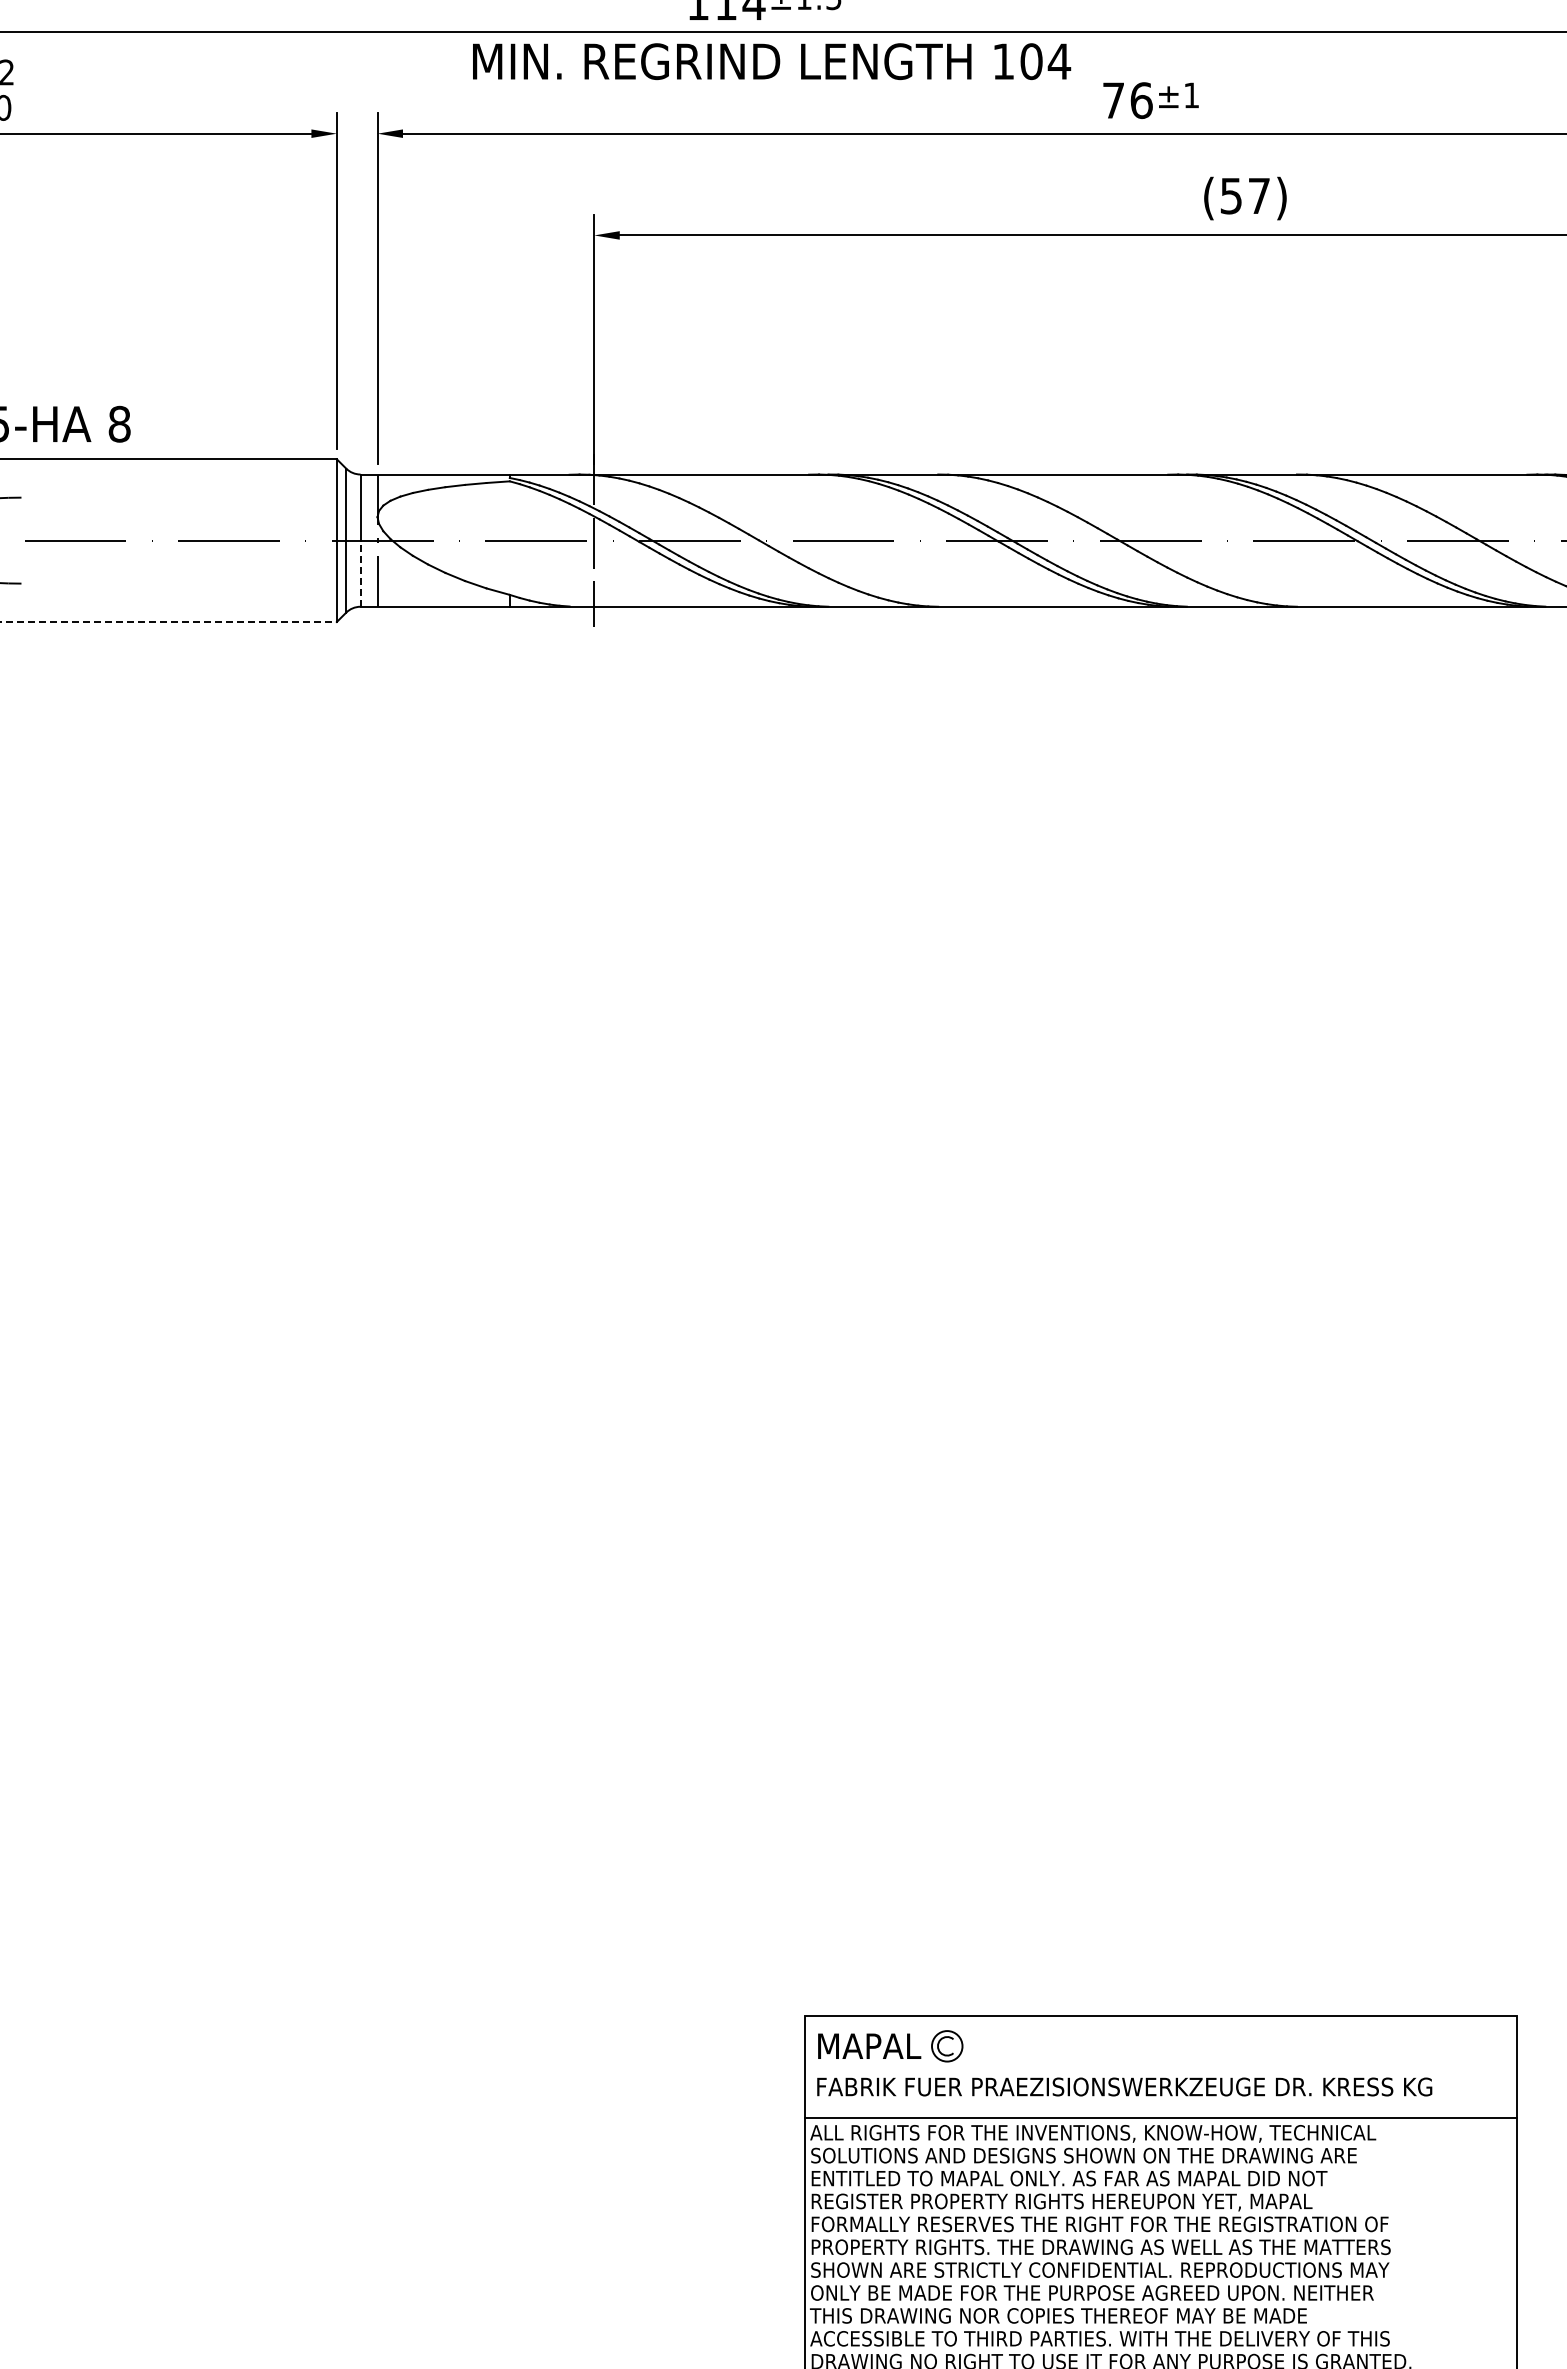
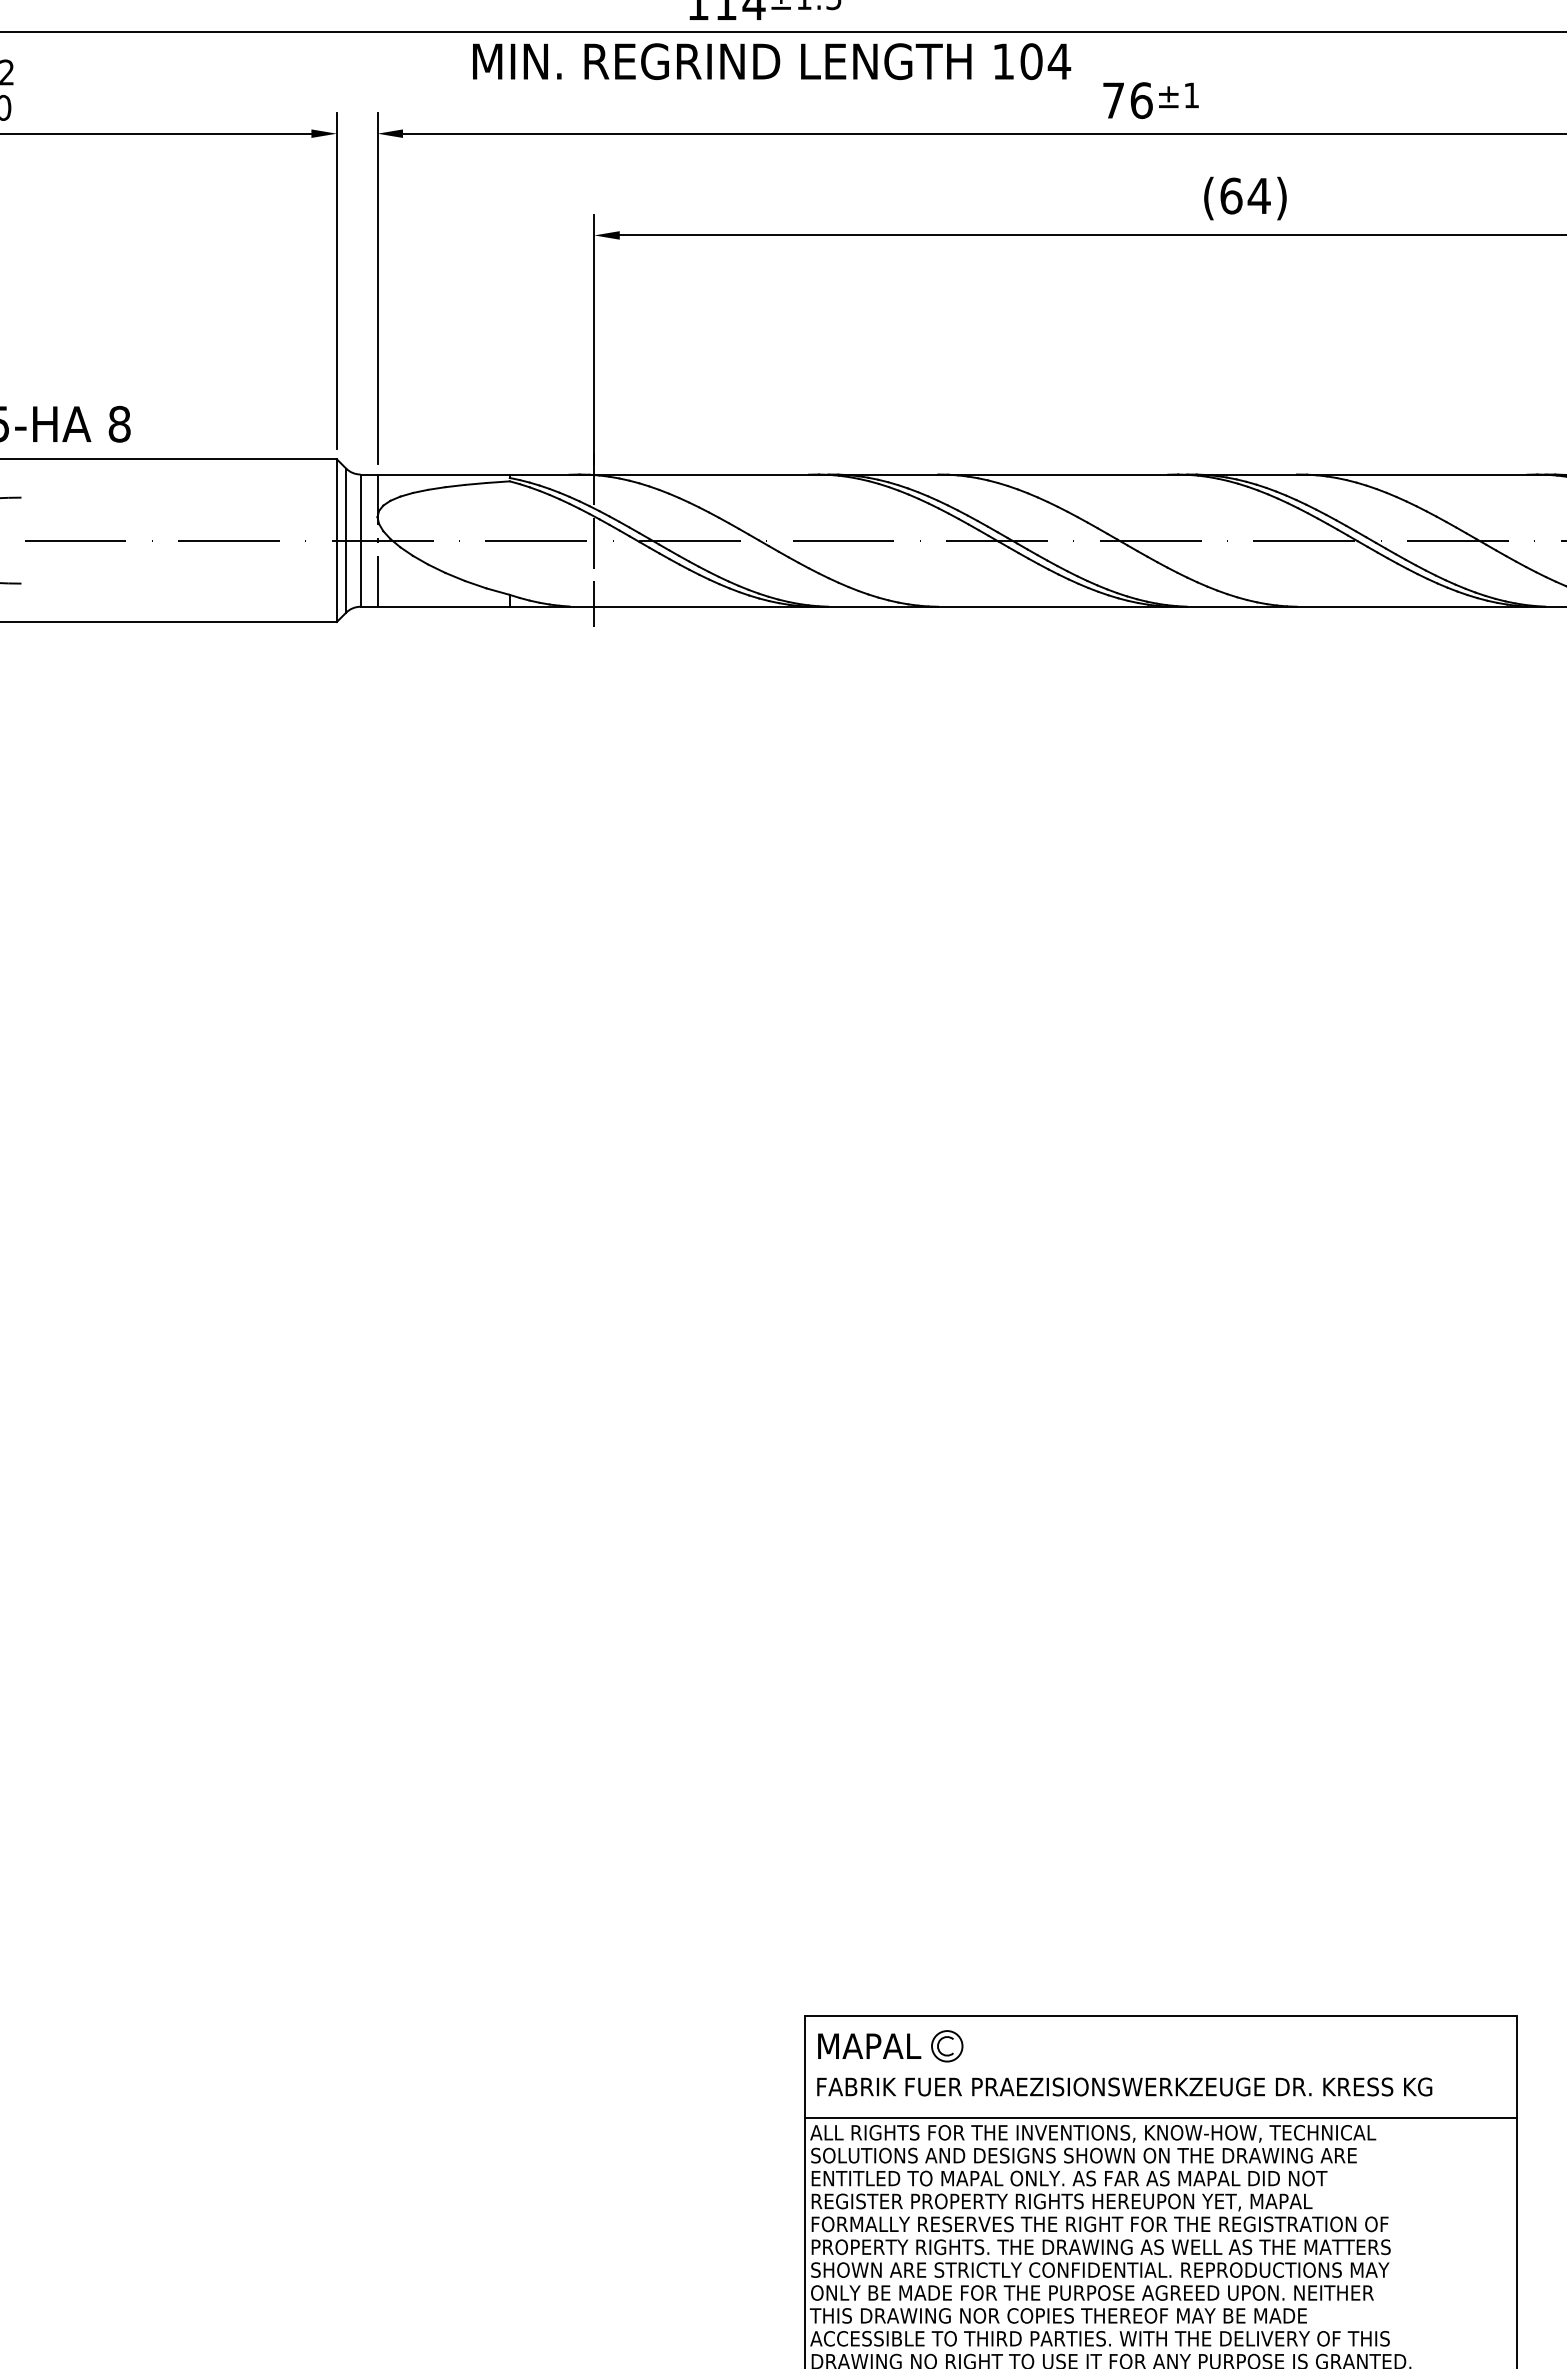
text at (1245, 195): (57) -> (64)
line at (360, 573): dashed -> solid
line at (168, 622): dashed -> solid
